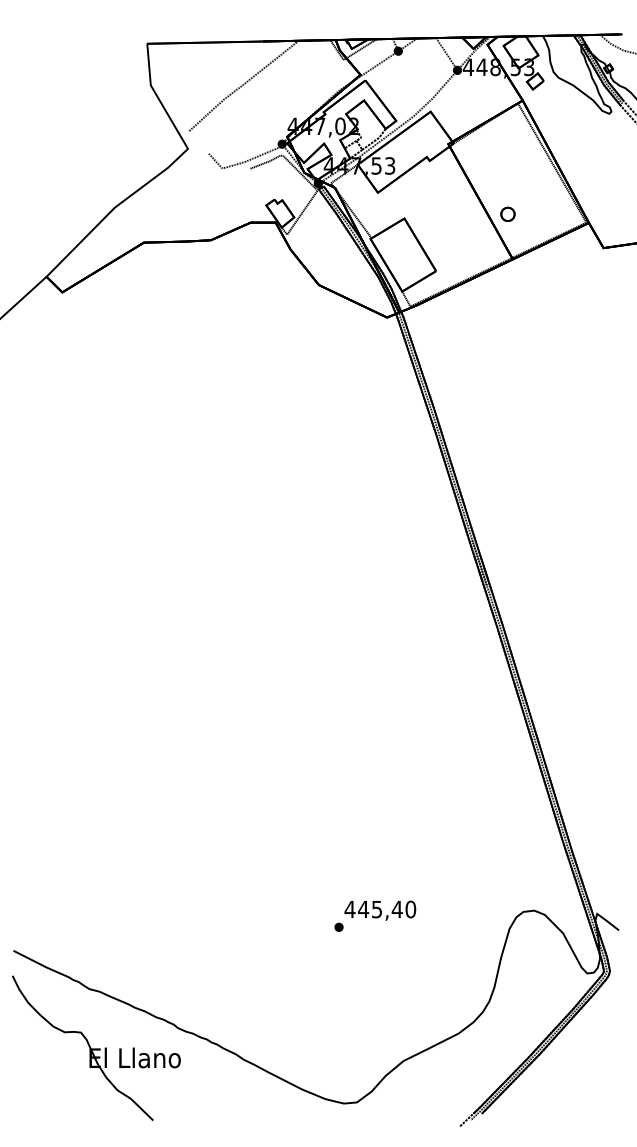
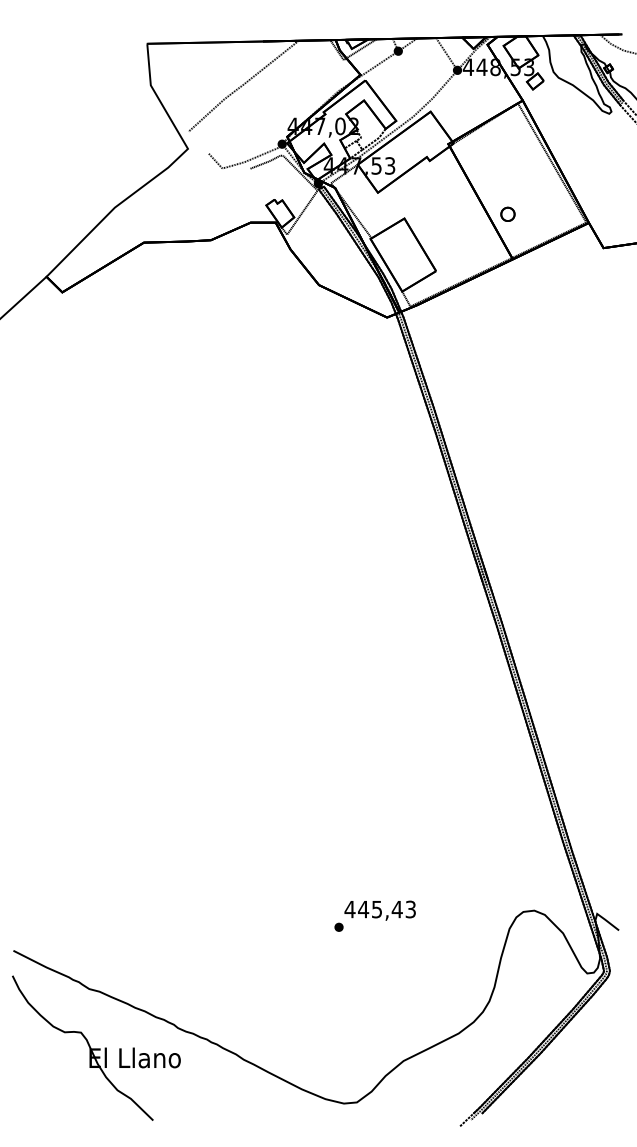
text at (410, 909): 445,40 -> 445,43
